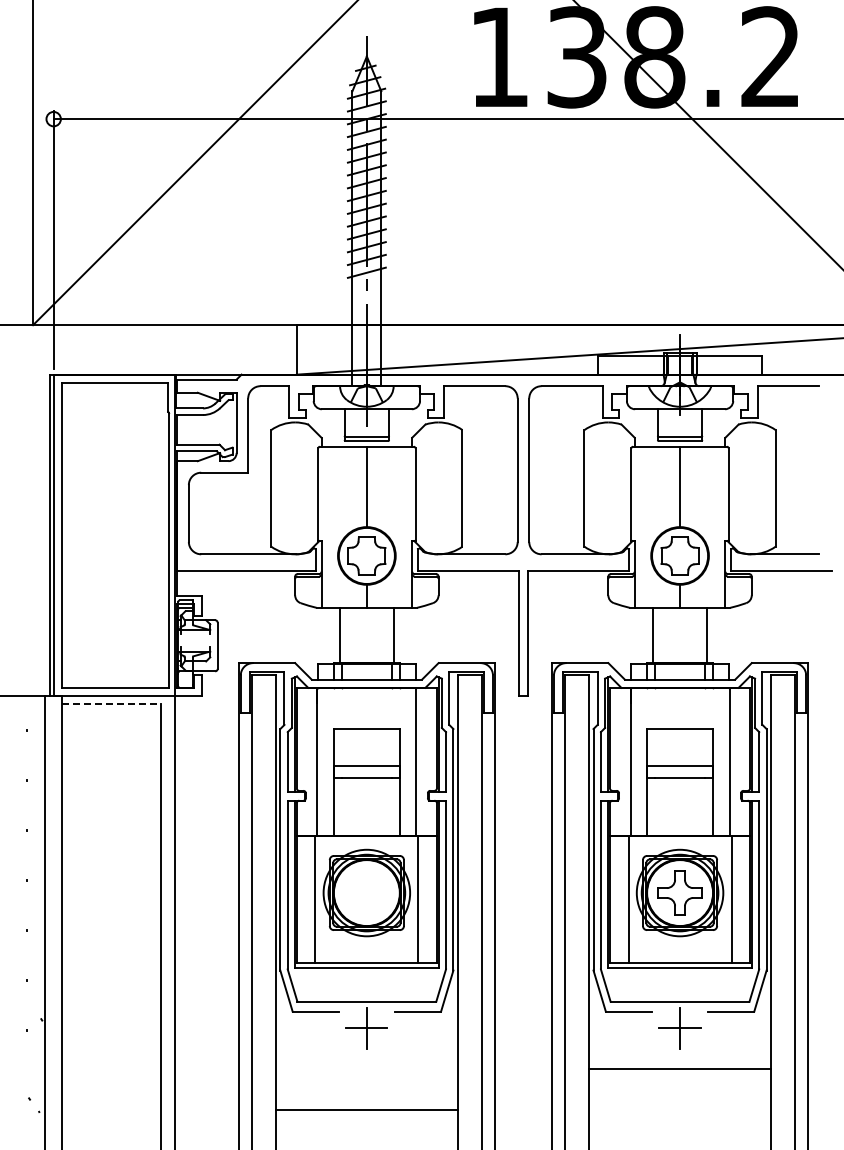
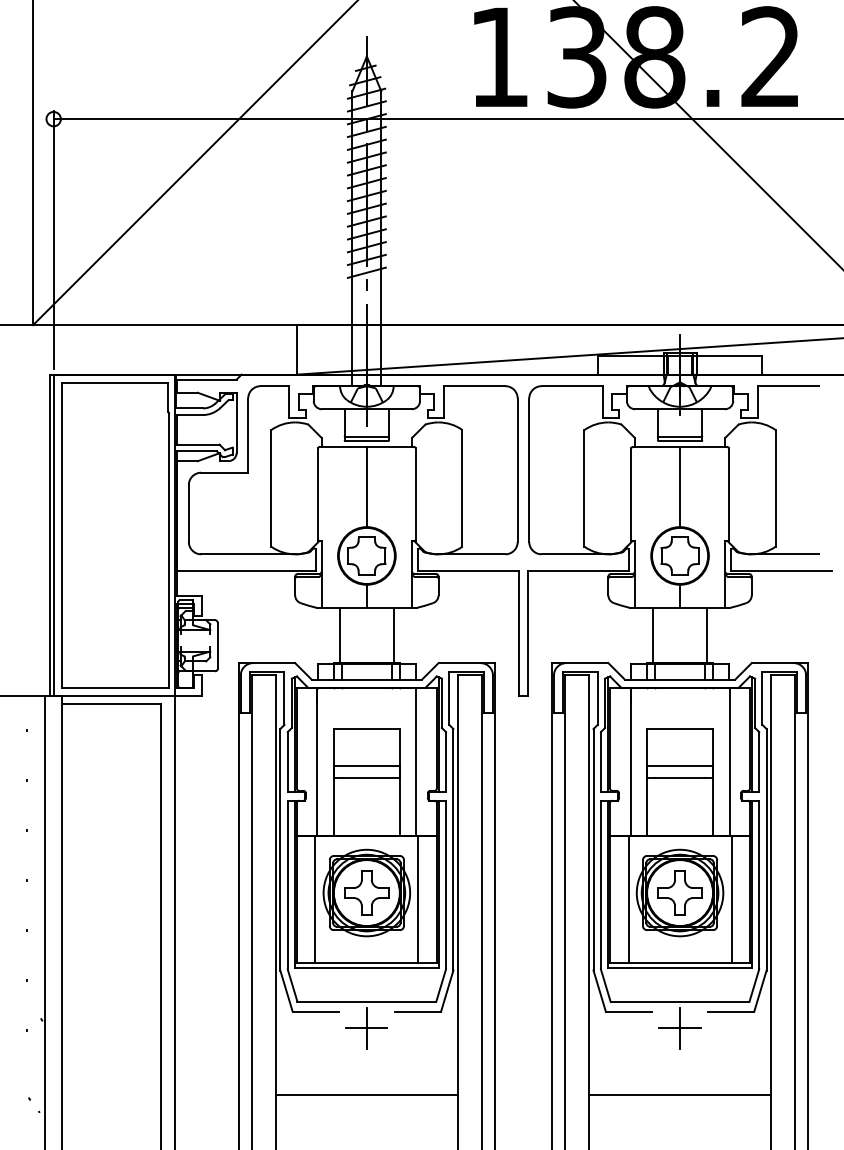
line at (111, 704): dashed -> solid
part at (366, 892): none -> present
line at (679, 1068) position: (679, 1068) -> (679, 1094)
line at (366, 1109) position: (366, 1109) -> (366, 1094)
